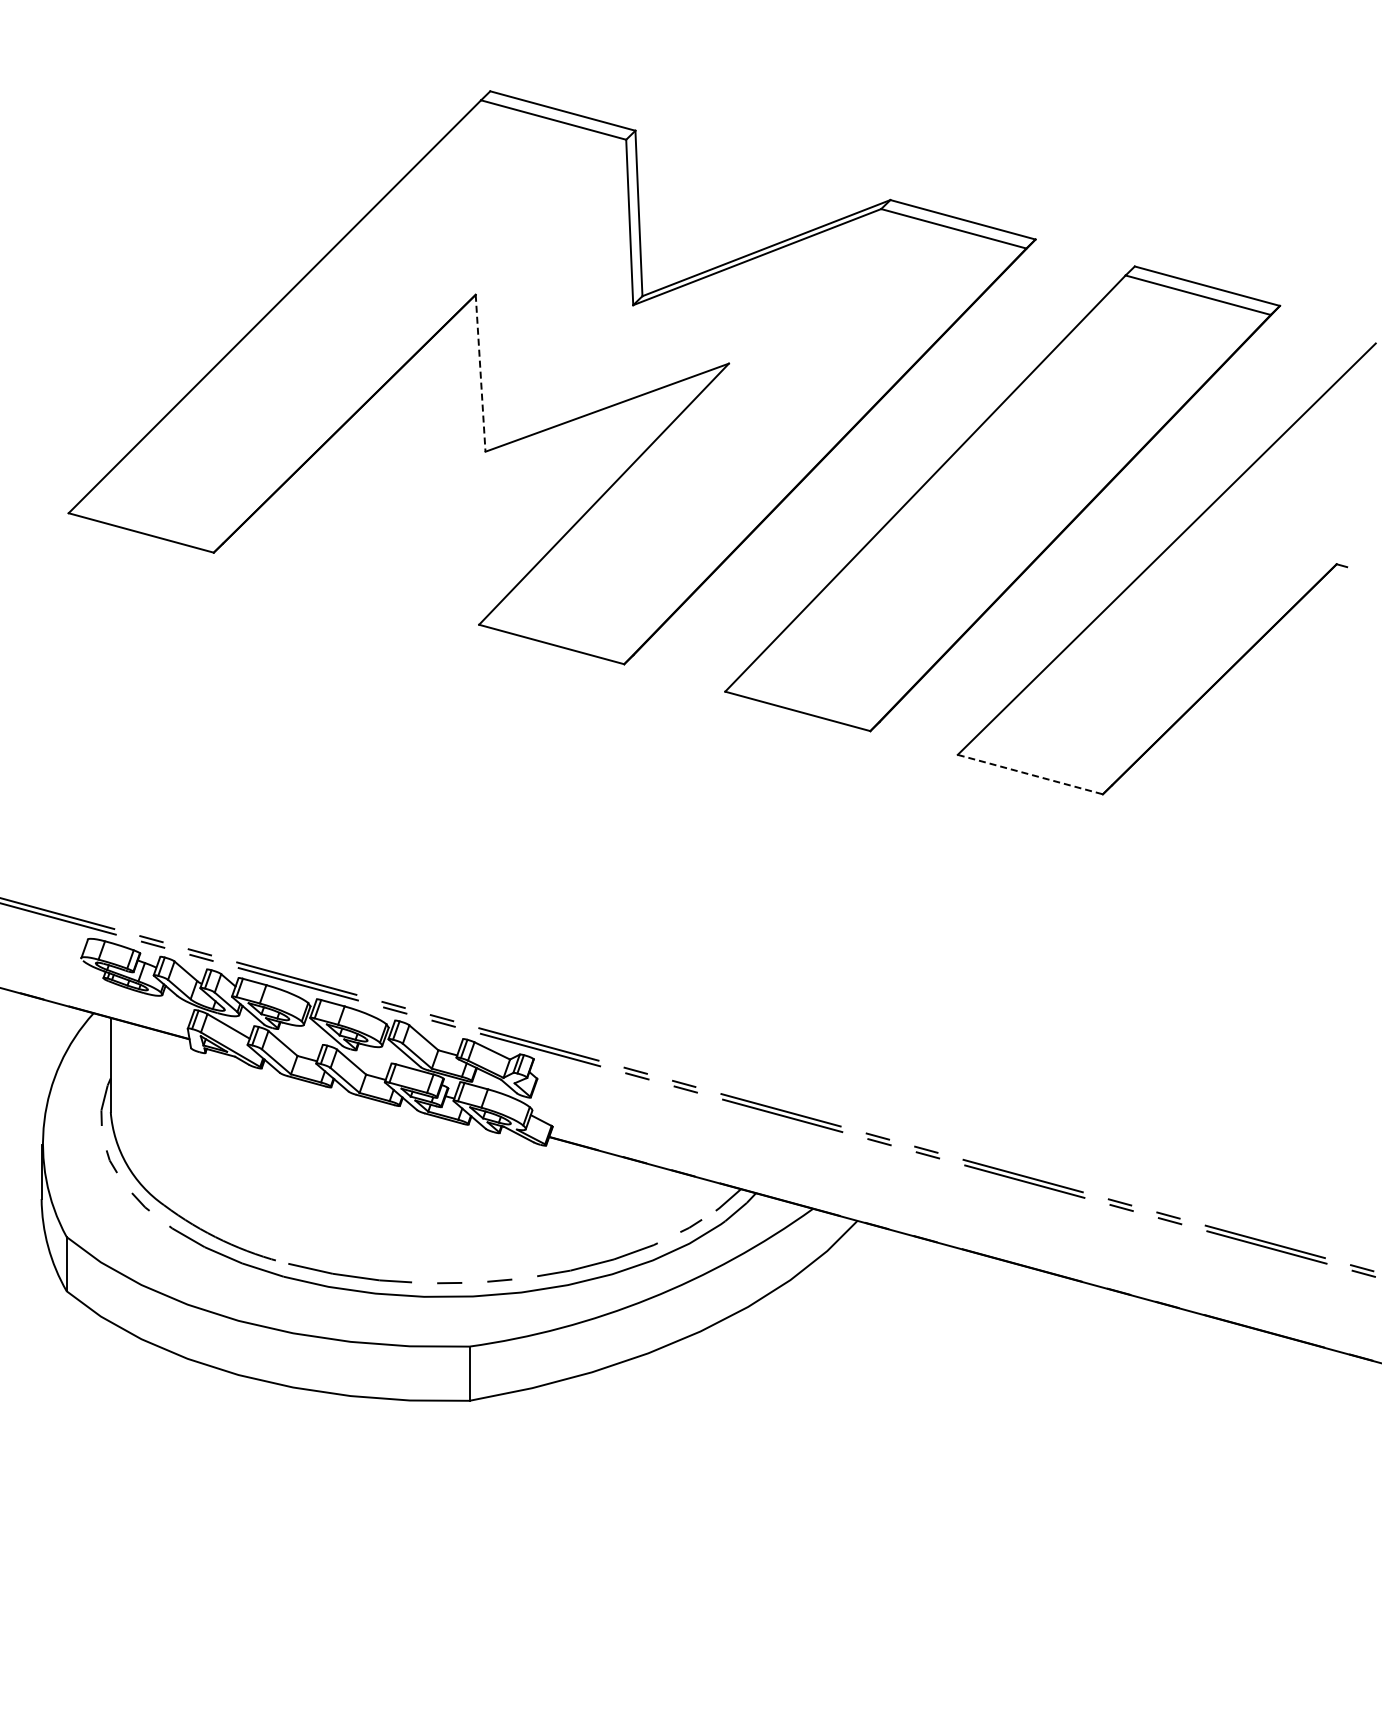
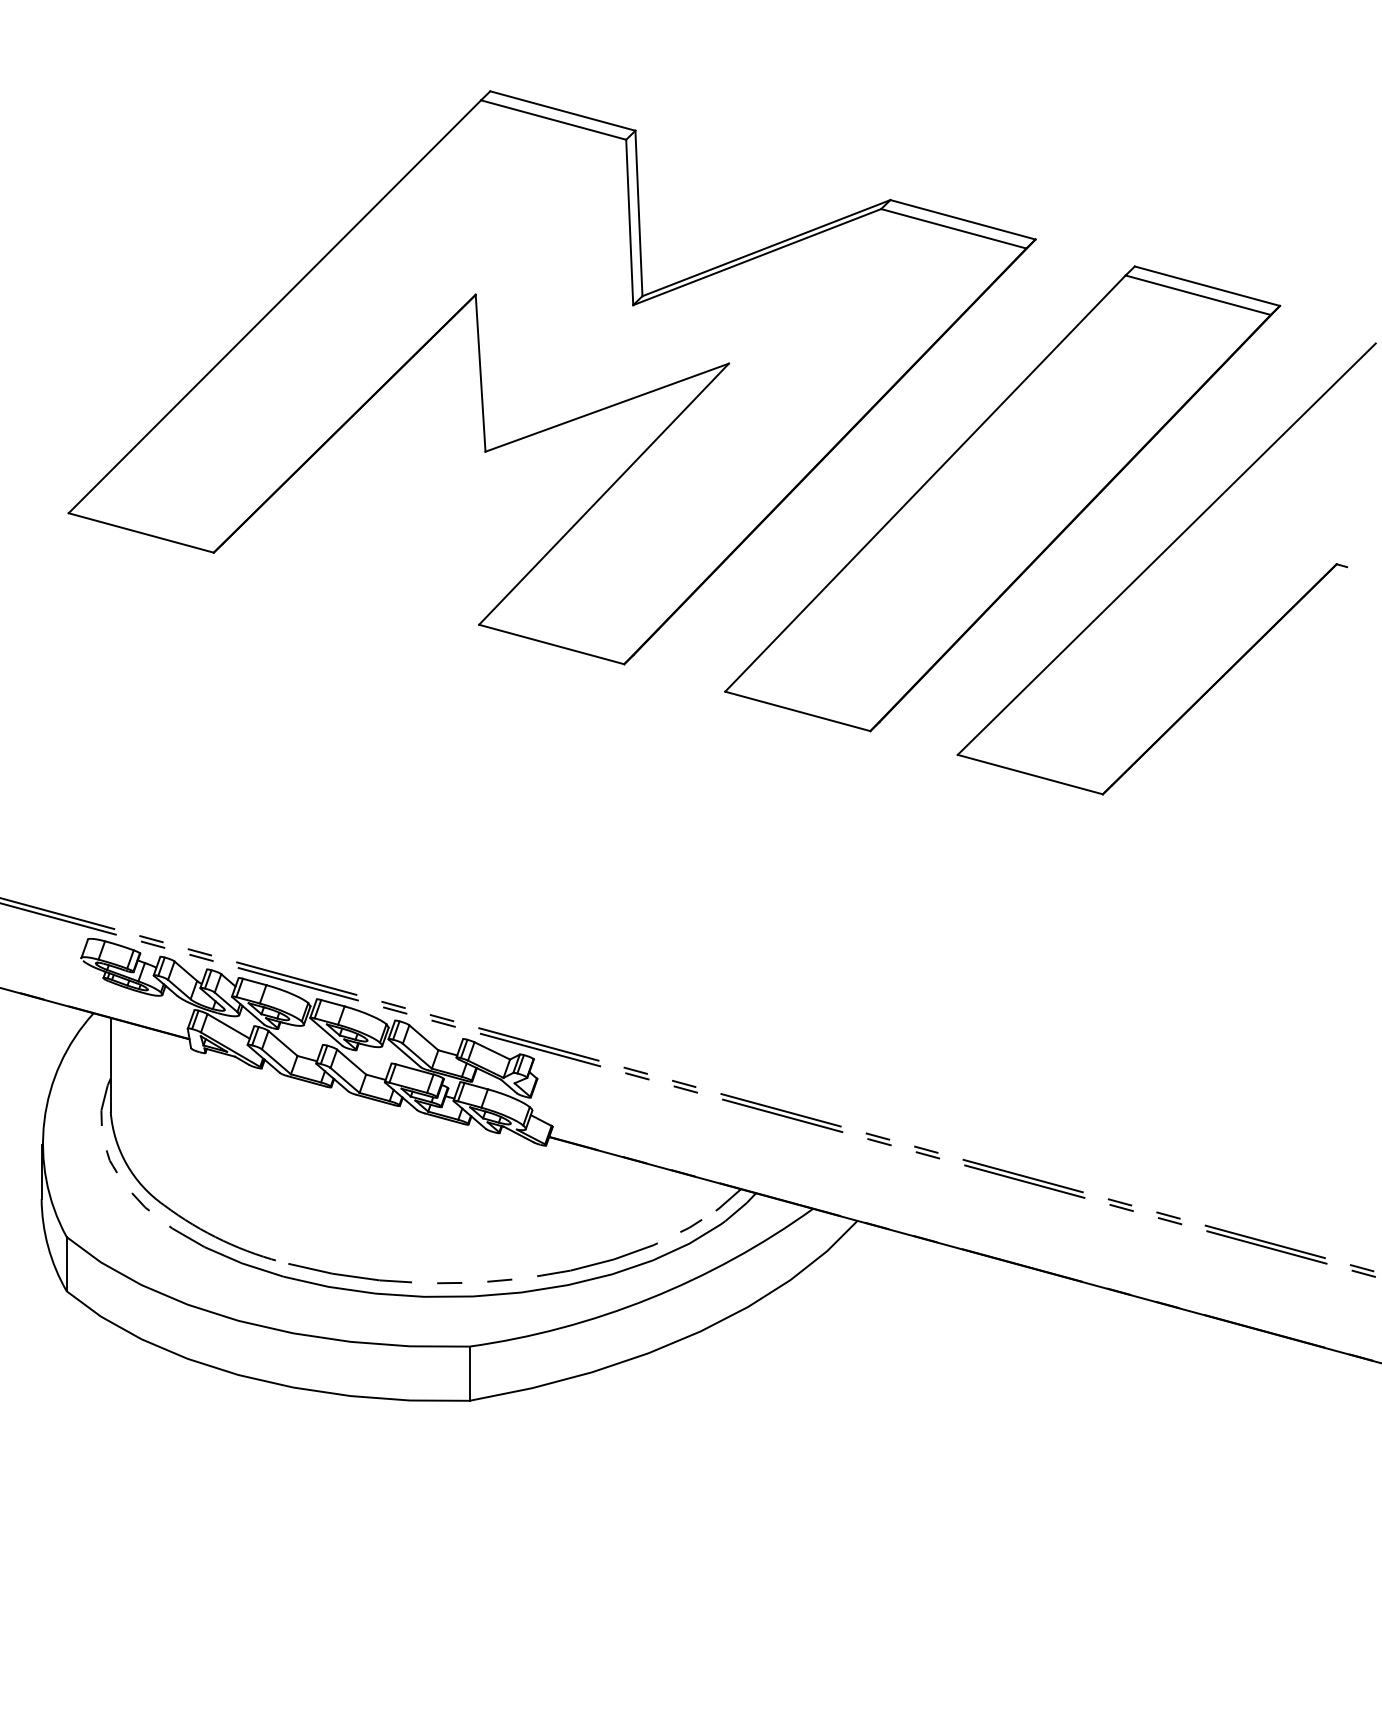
line at (480, 373): dashed -> solid
line at (1030, 774): dashed -> solid
